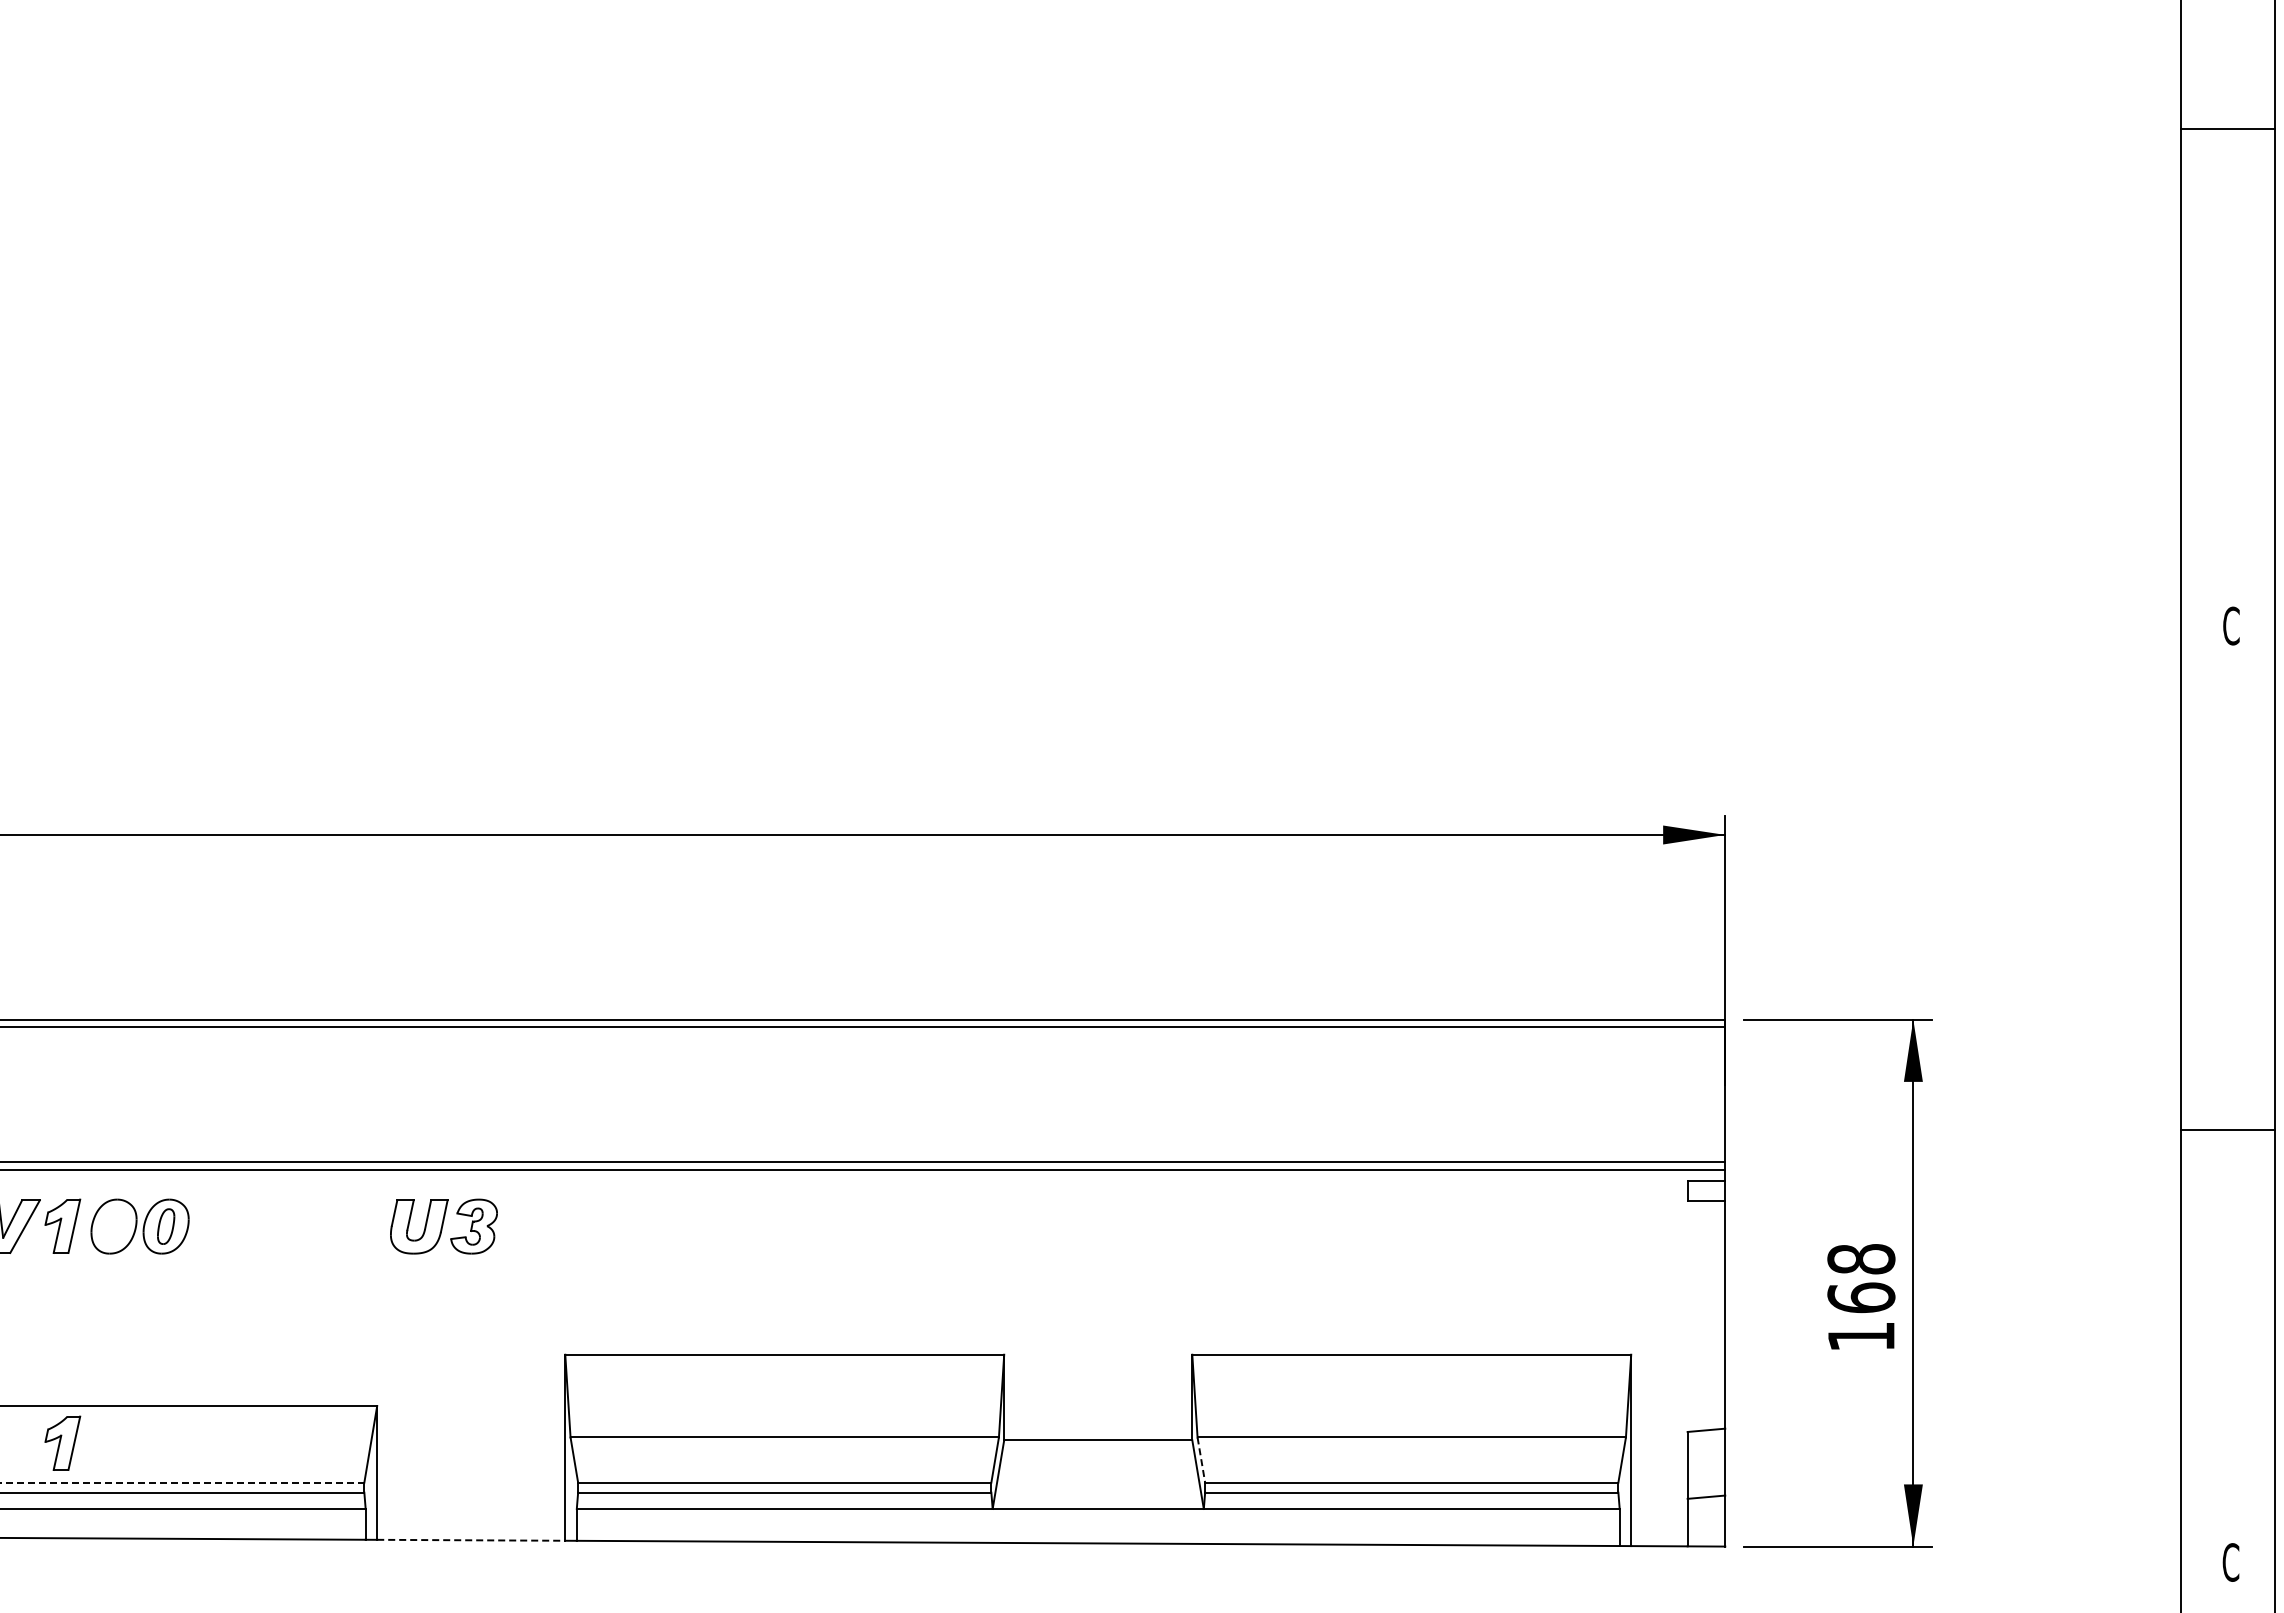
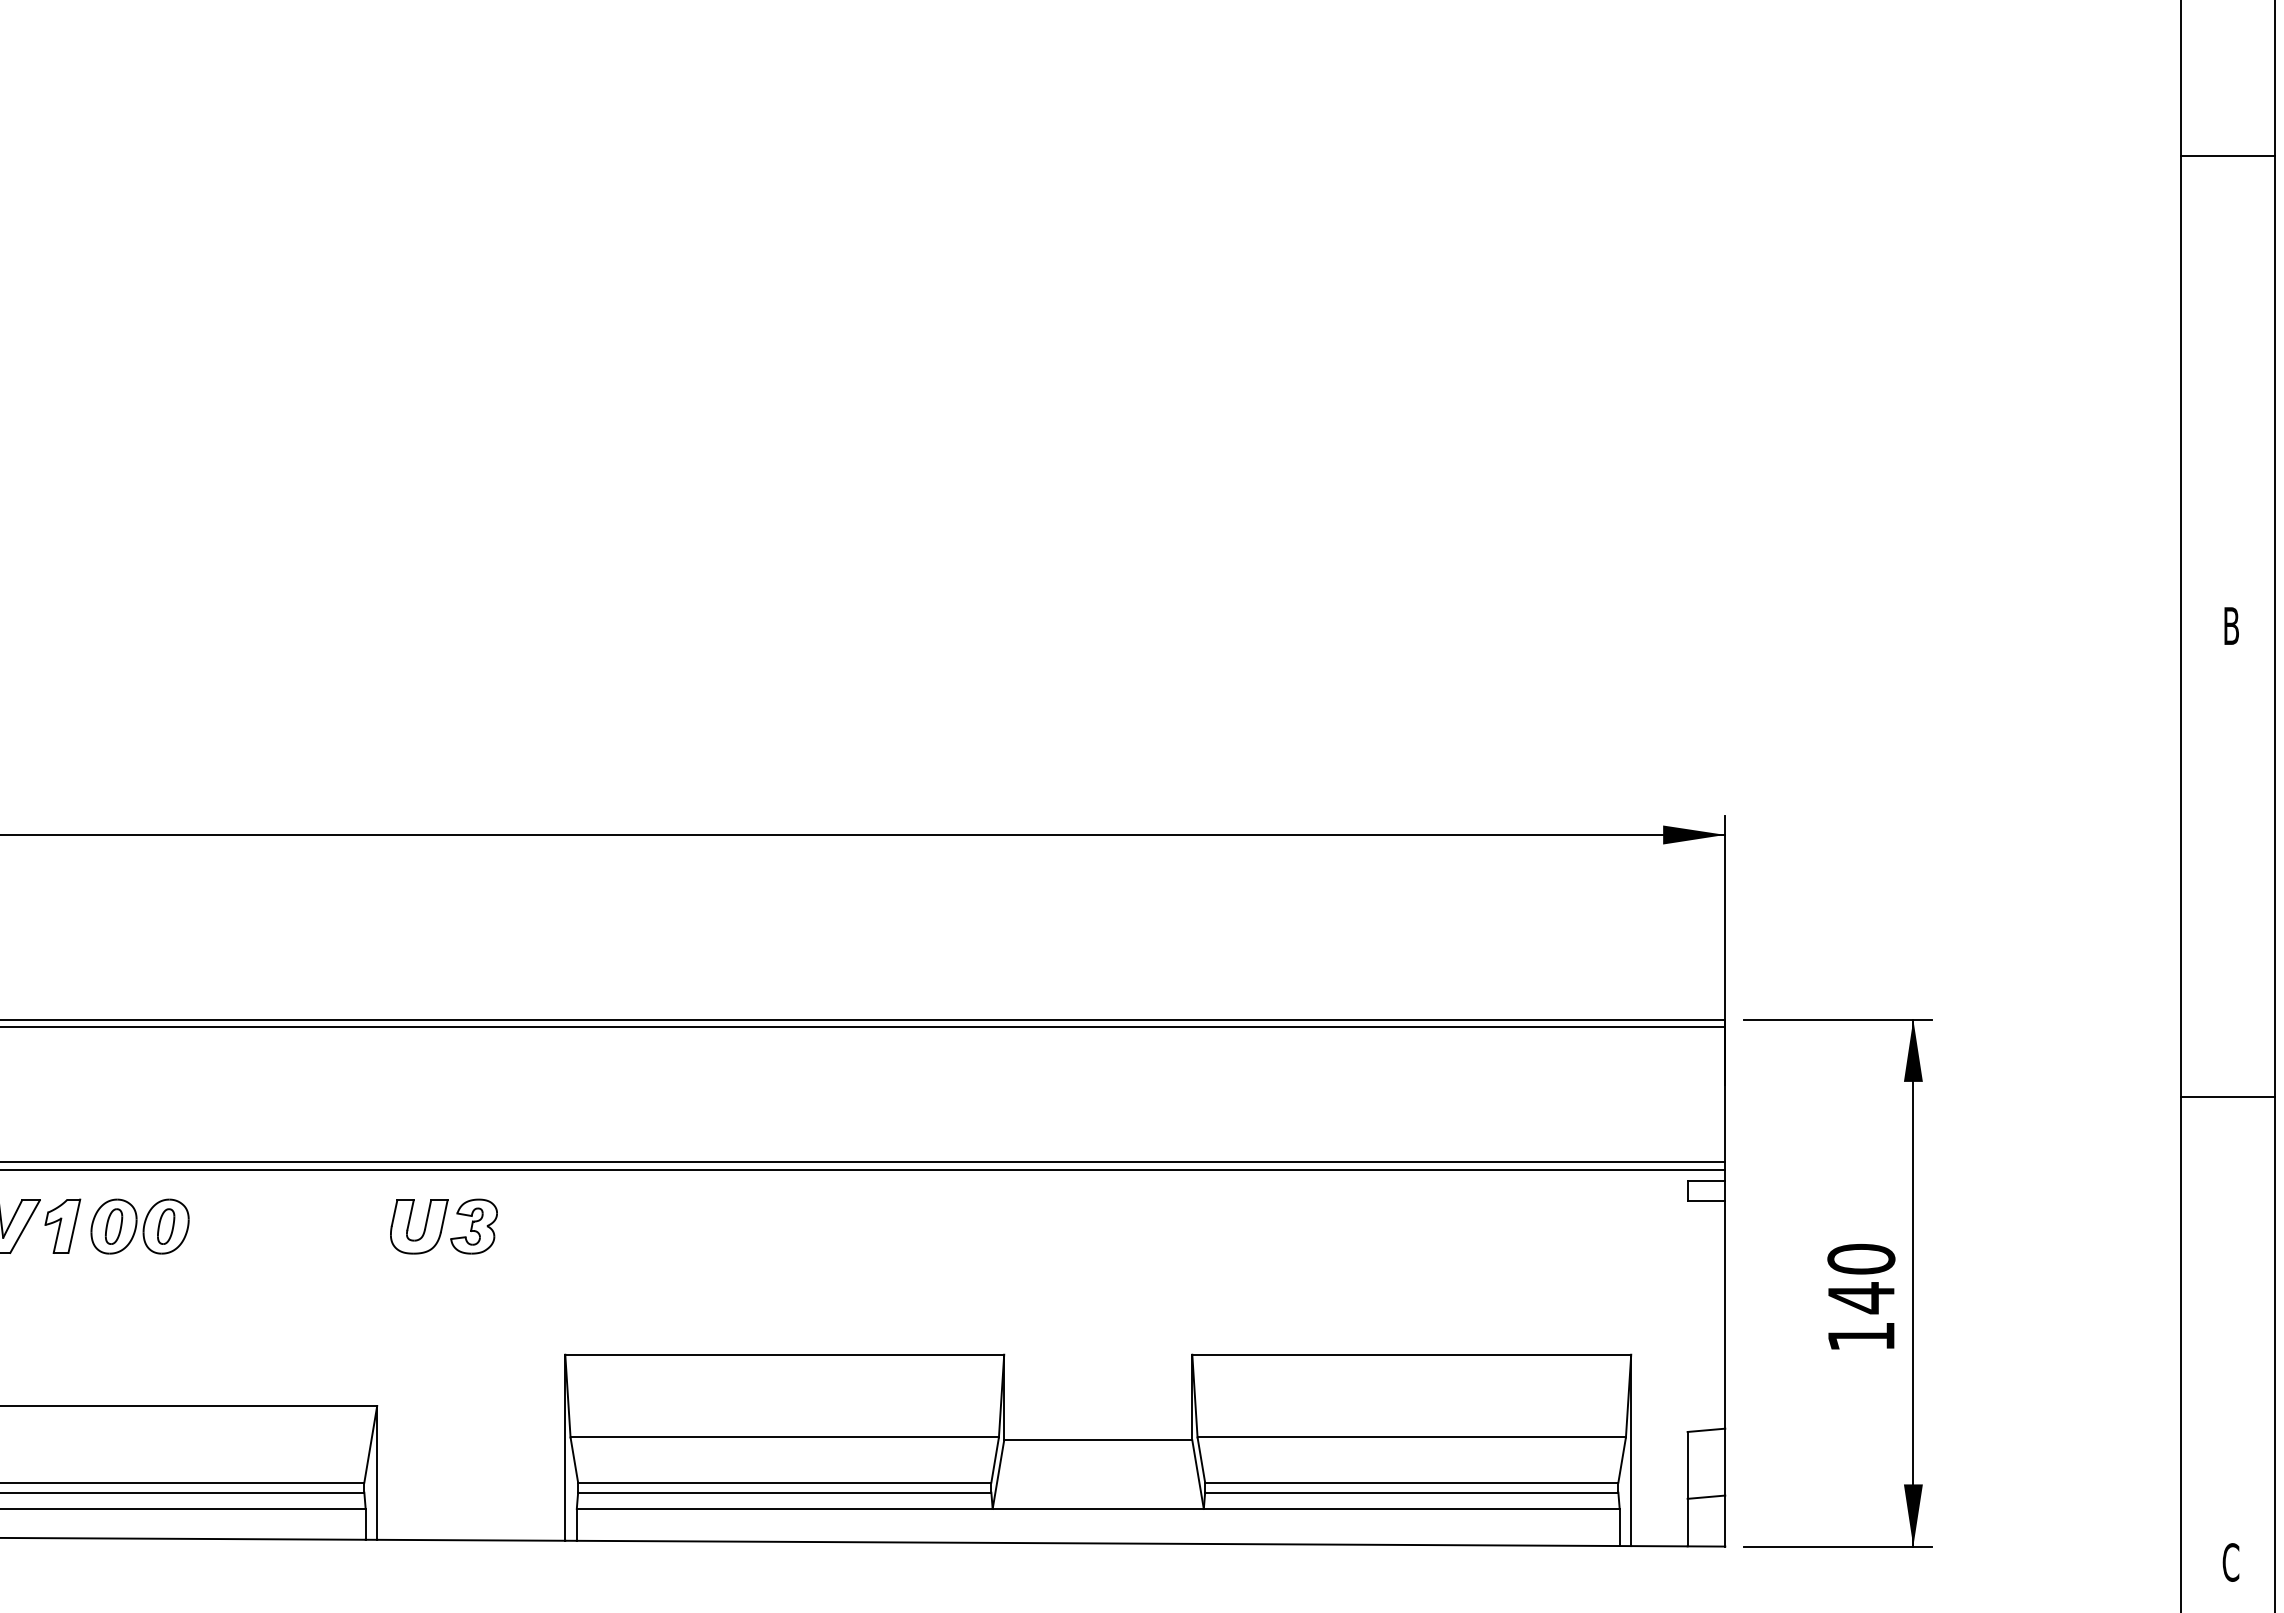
line at (2228, 129) position: (2228, 129) -> (2228, 156)
text at (2231, 625): C -> B
line at (2228, 1129) position: (2228, 1129) -> (2228, 1096)
part at (114, 1226): none -> present
text at (1861, 1279): 168 -> 140
part at (62, 1442): present -> none
line at (1201, 1460): dashed -> solid
line at (182, 1482): dashed -> solid
line at (471, 1540): dashed -> solid
